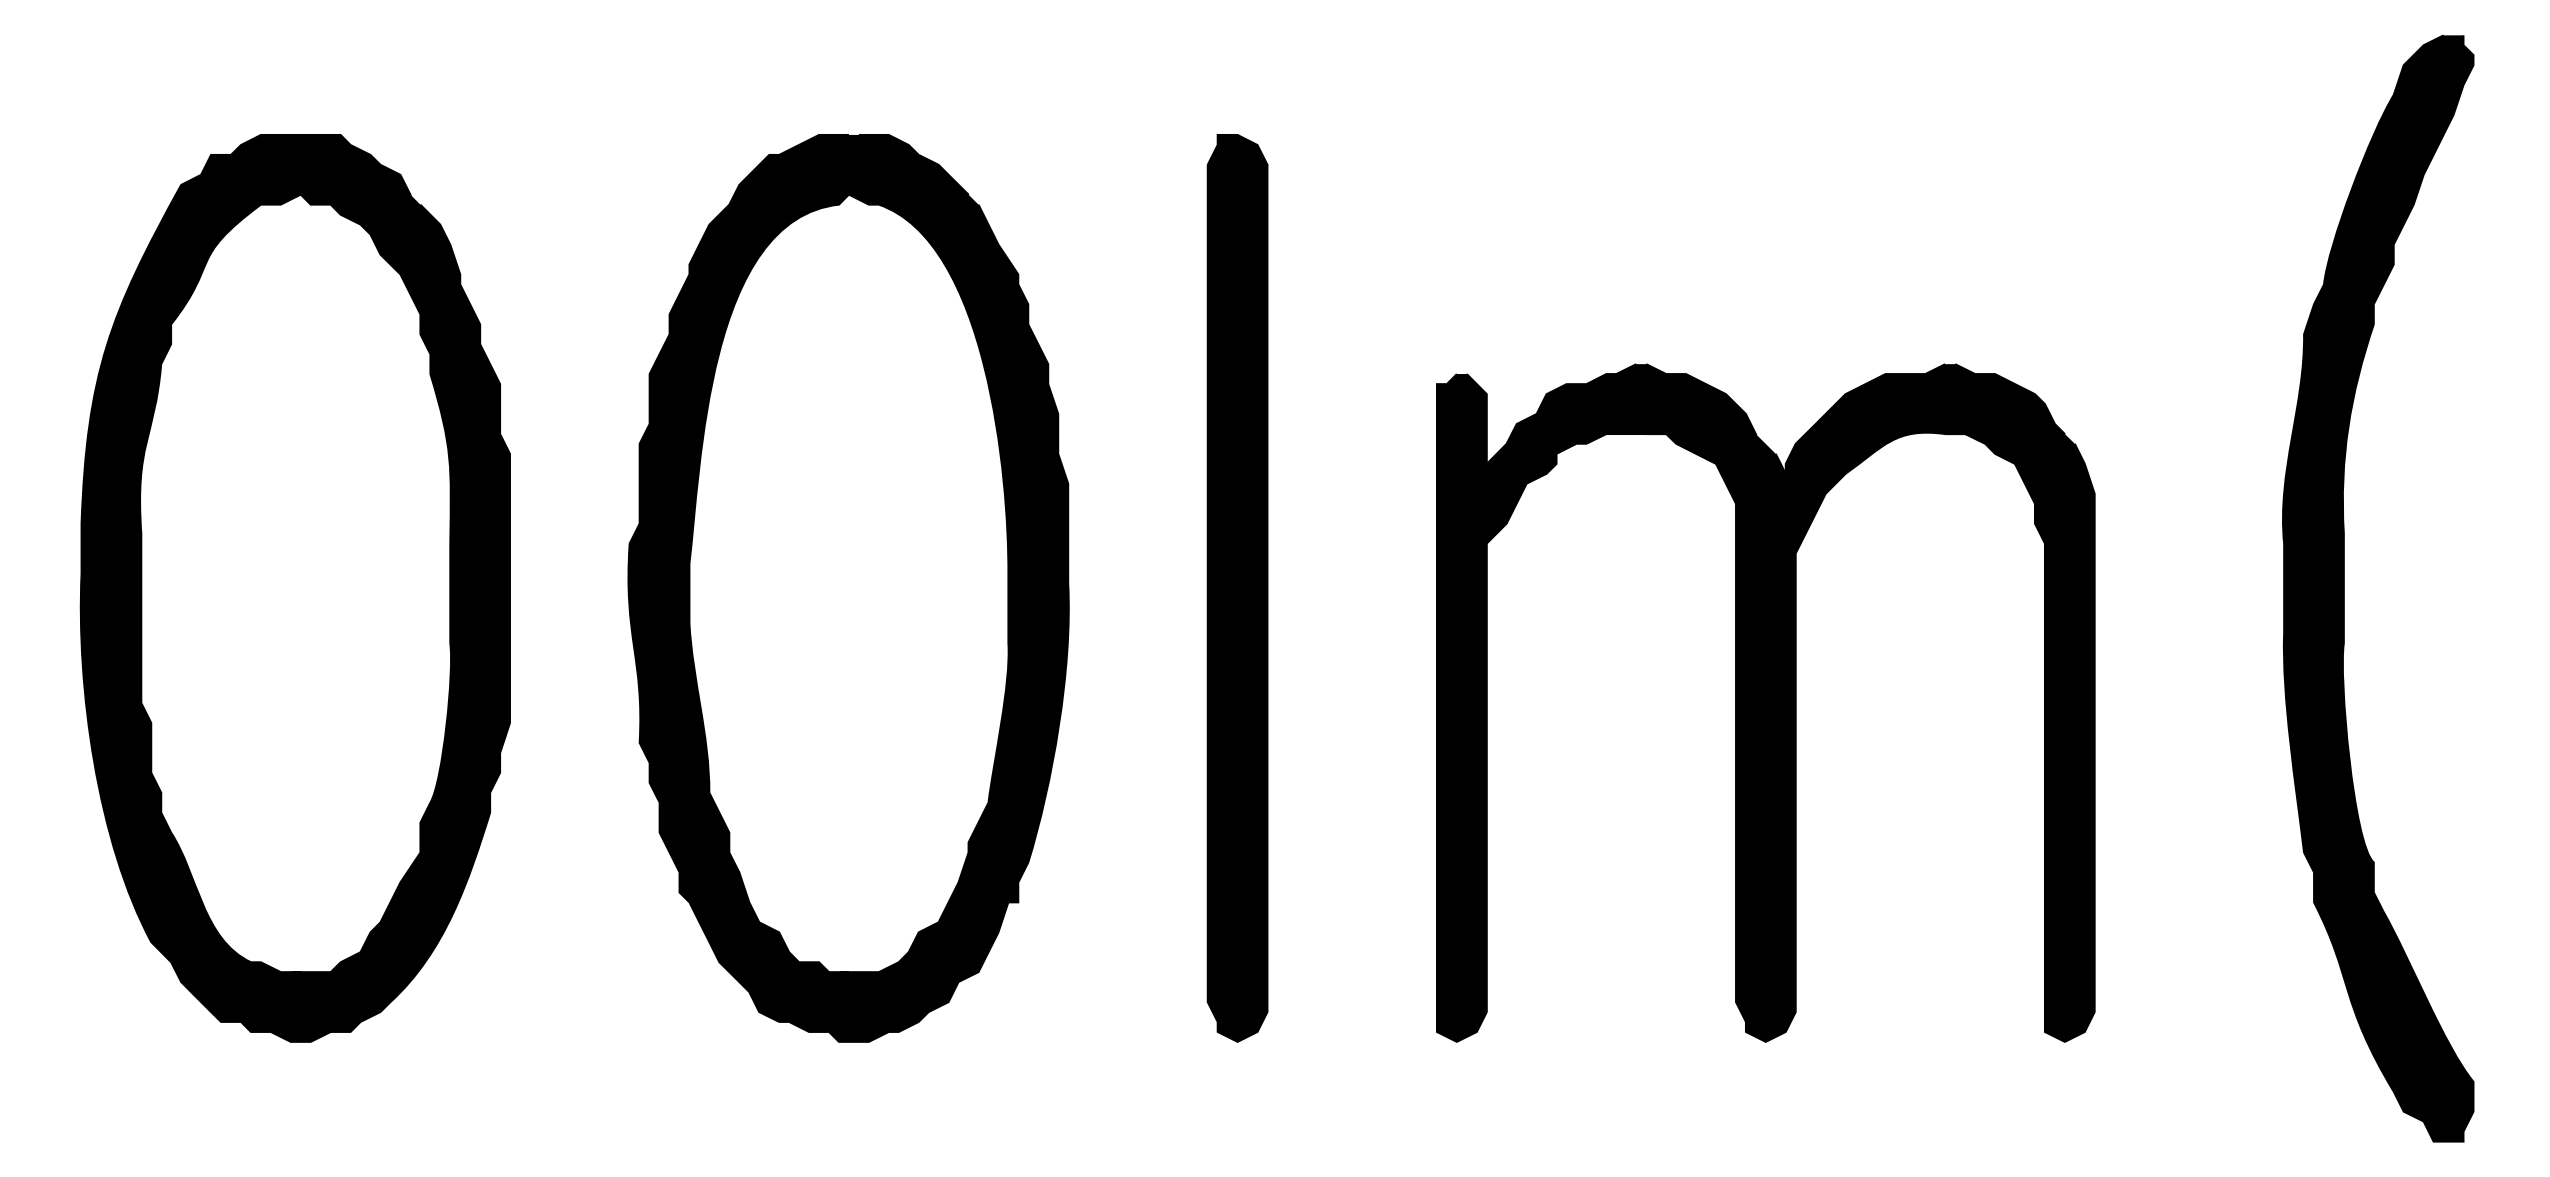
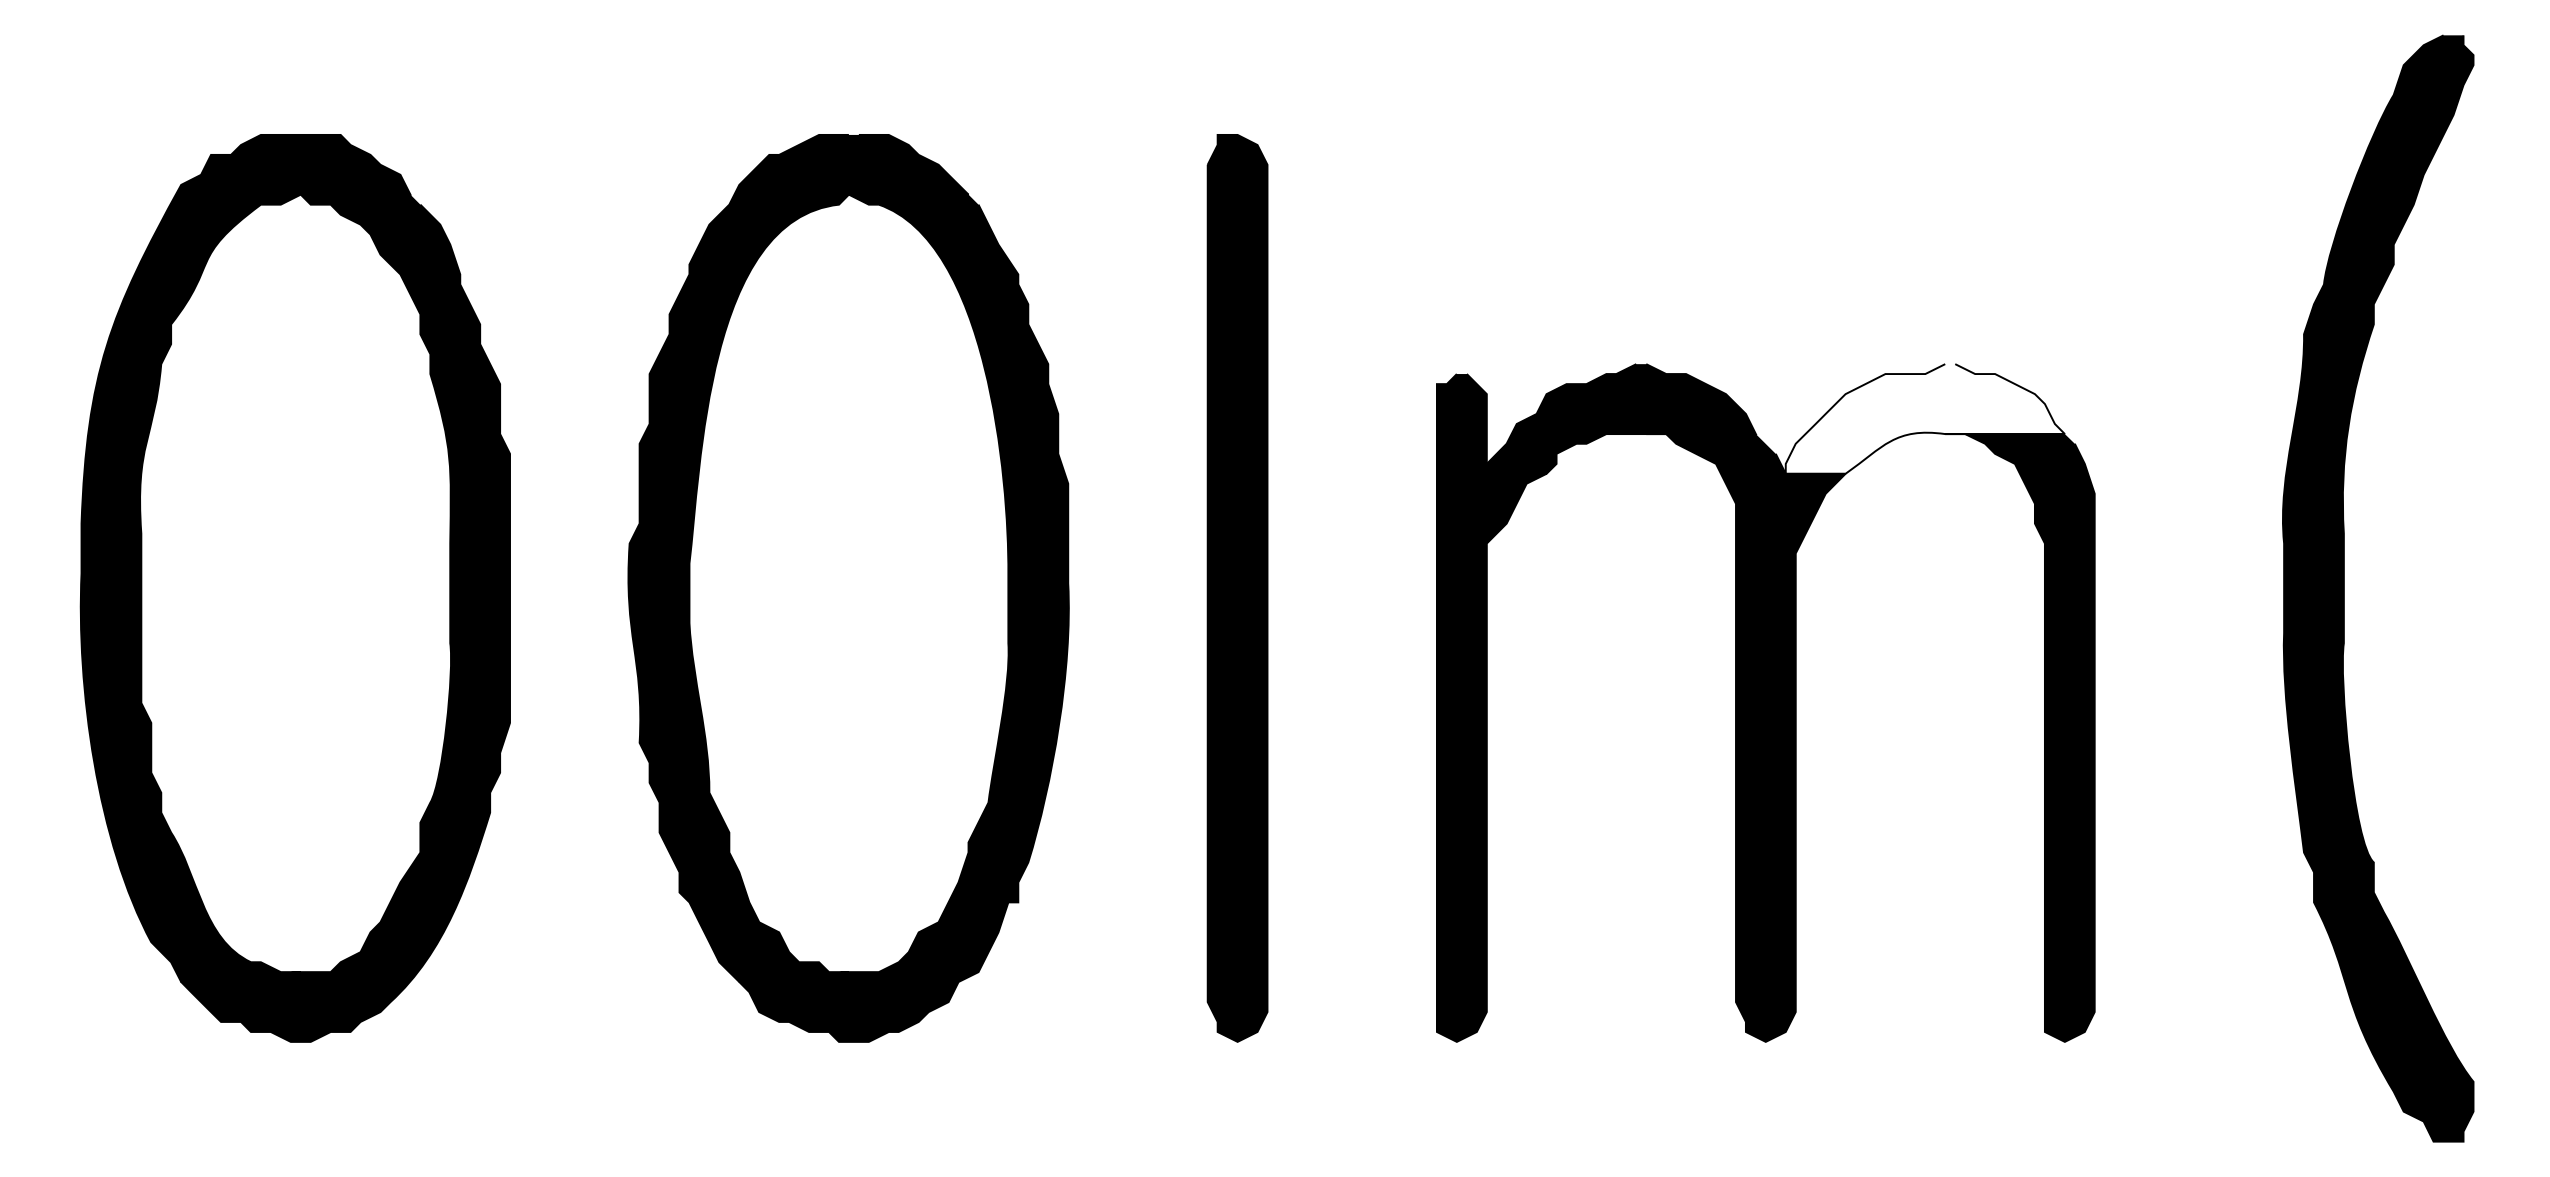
fill at (1924, 418): present -> none
